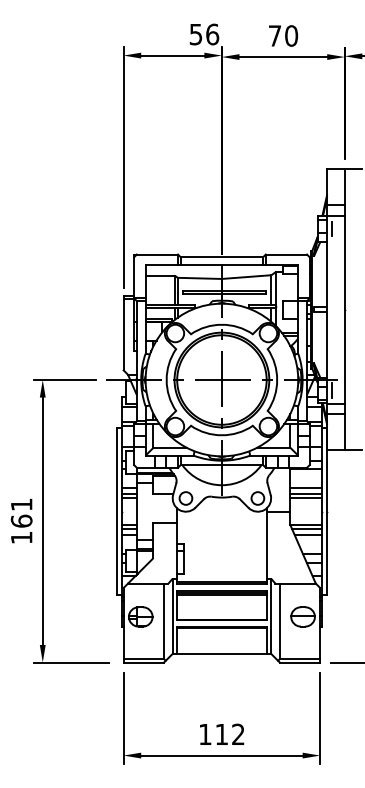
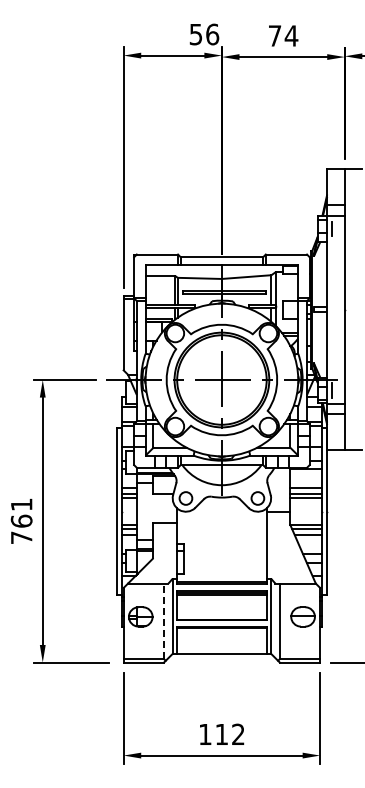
text at (291, 35): 70 -> 74
text at (21, 537): 161 -> 761
line at (164, 621): solid -> dashed
